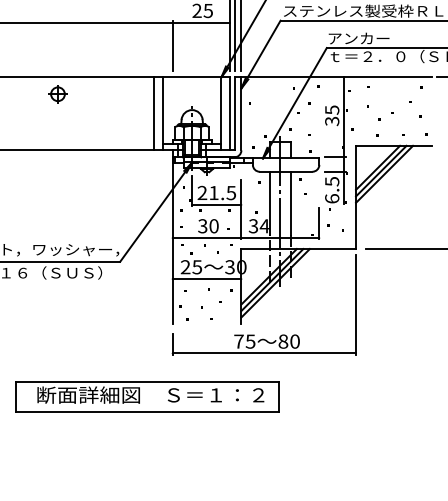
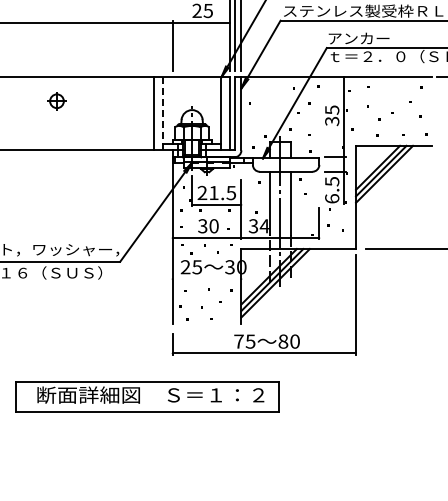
part at (57, 94) position: (57, 94) -> (56, 101)
line at (163, 113): solid -> dashed
line at (206, 279): present -> none
